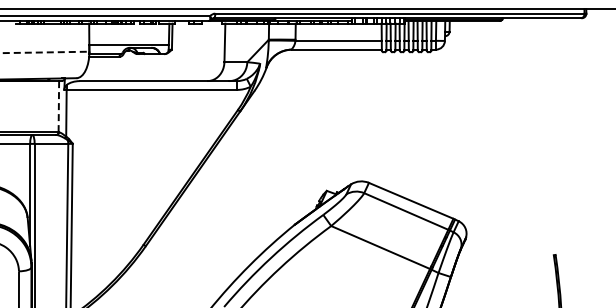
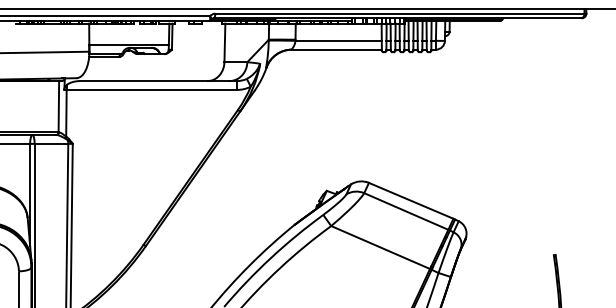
line at (45, 52): dashed -> solid
line at (58, 106): dashed -> solid
